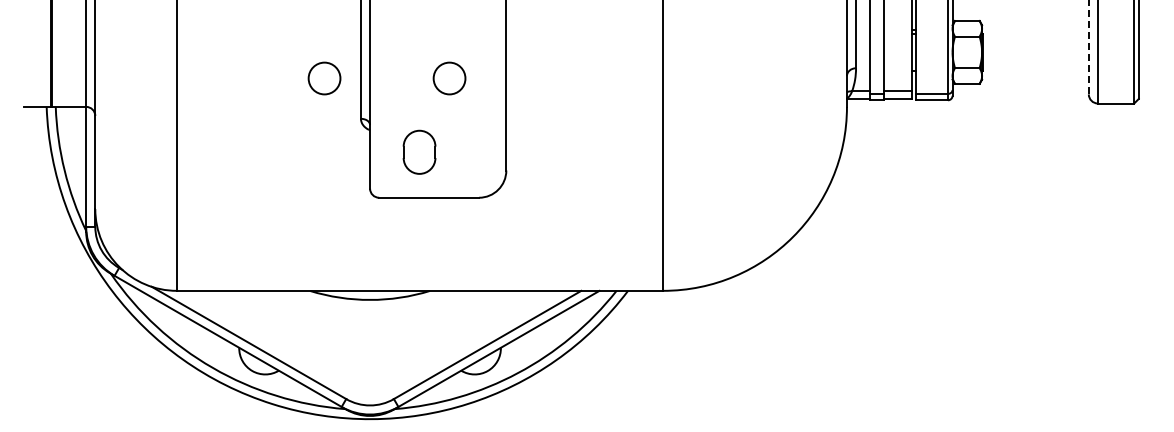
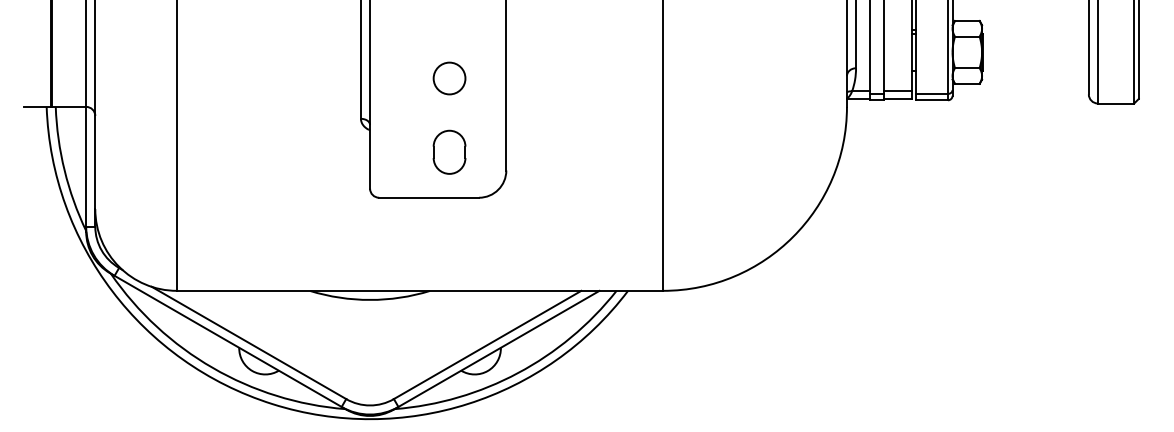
line at (1088, 47): dashed -> solid
circle at (324, 78): present -> none
part at (419, 151) position: (419, 151) -> (449, 151)
